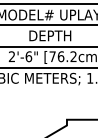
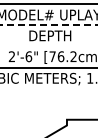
line at (49, 25): solid -> dashed
line at (48, 46): present -> none
